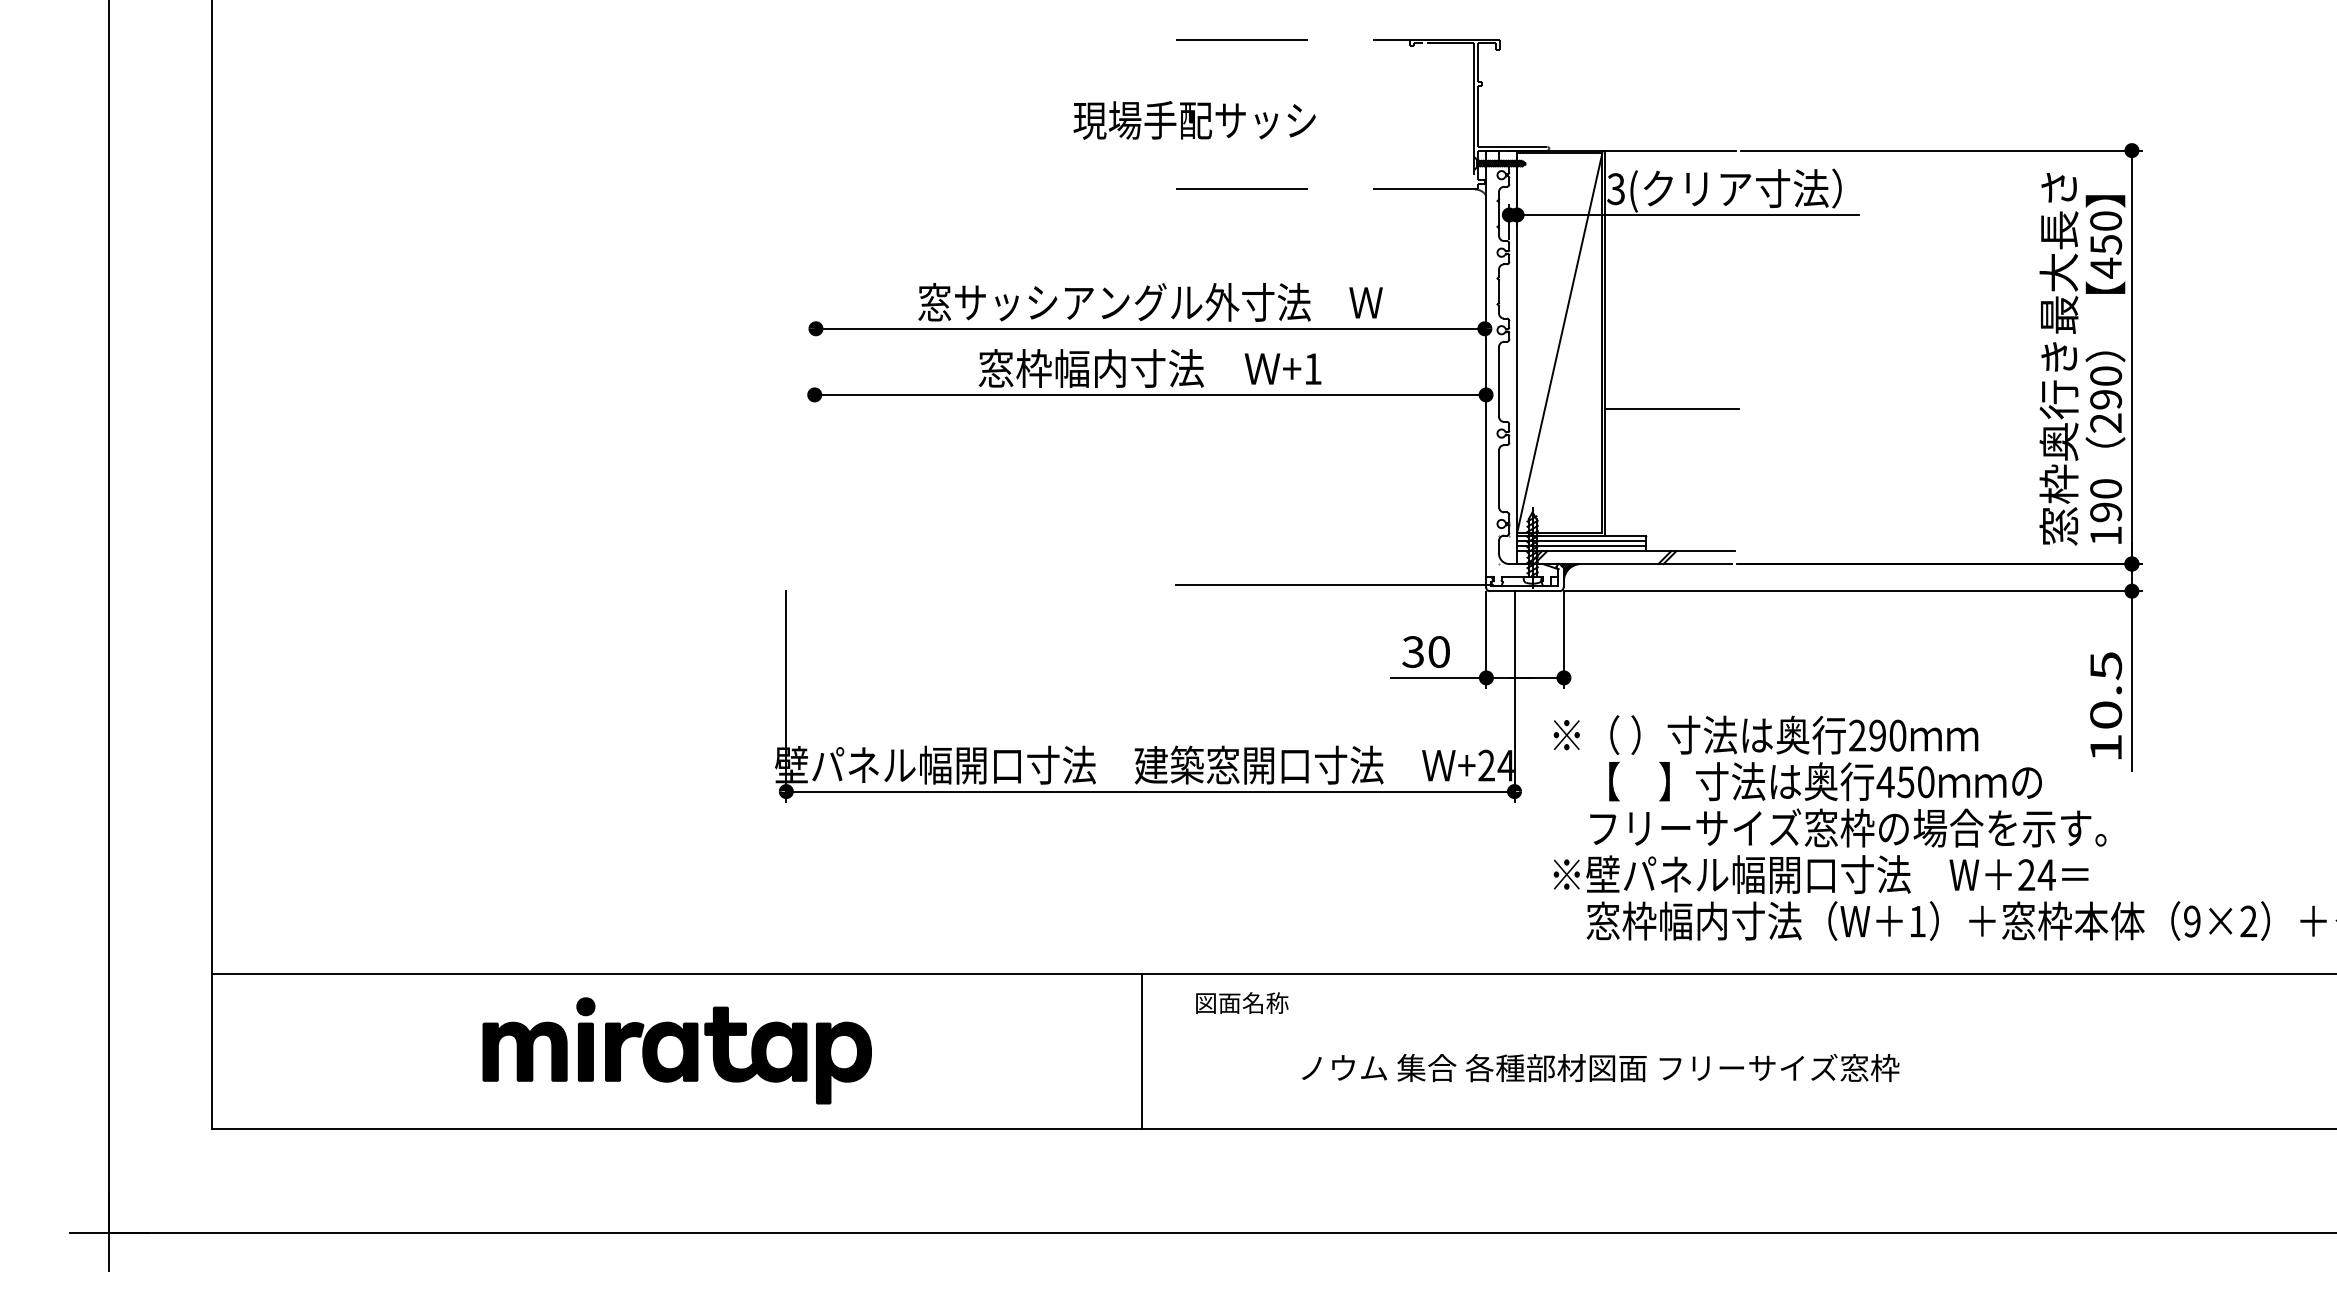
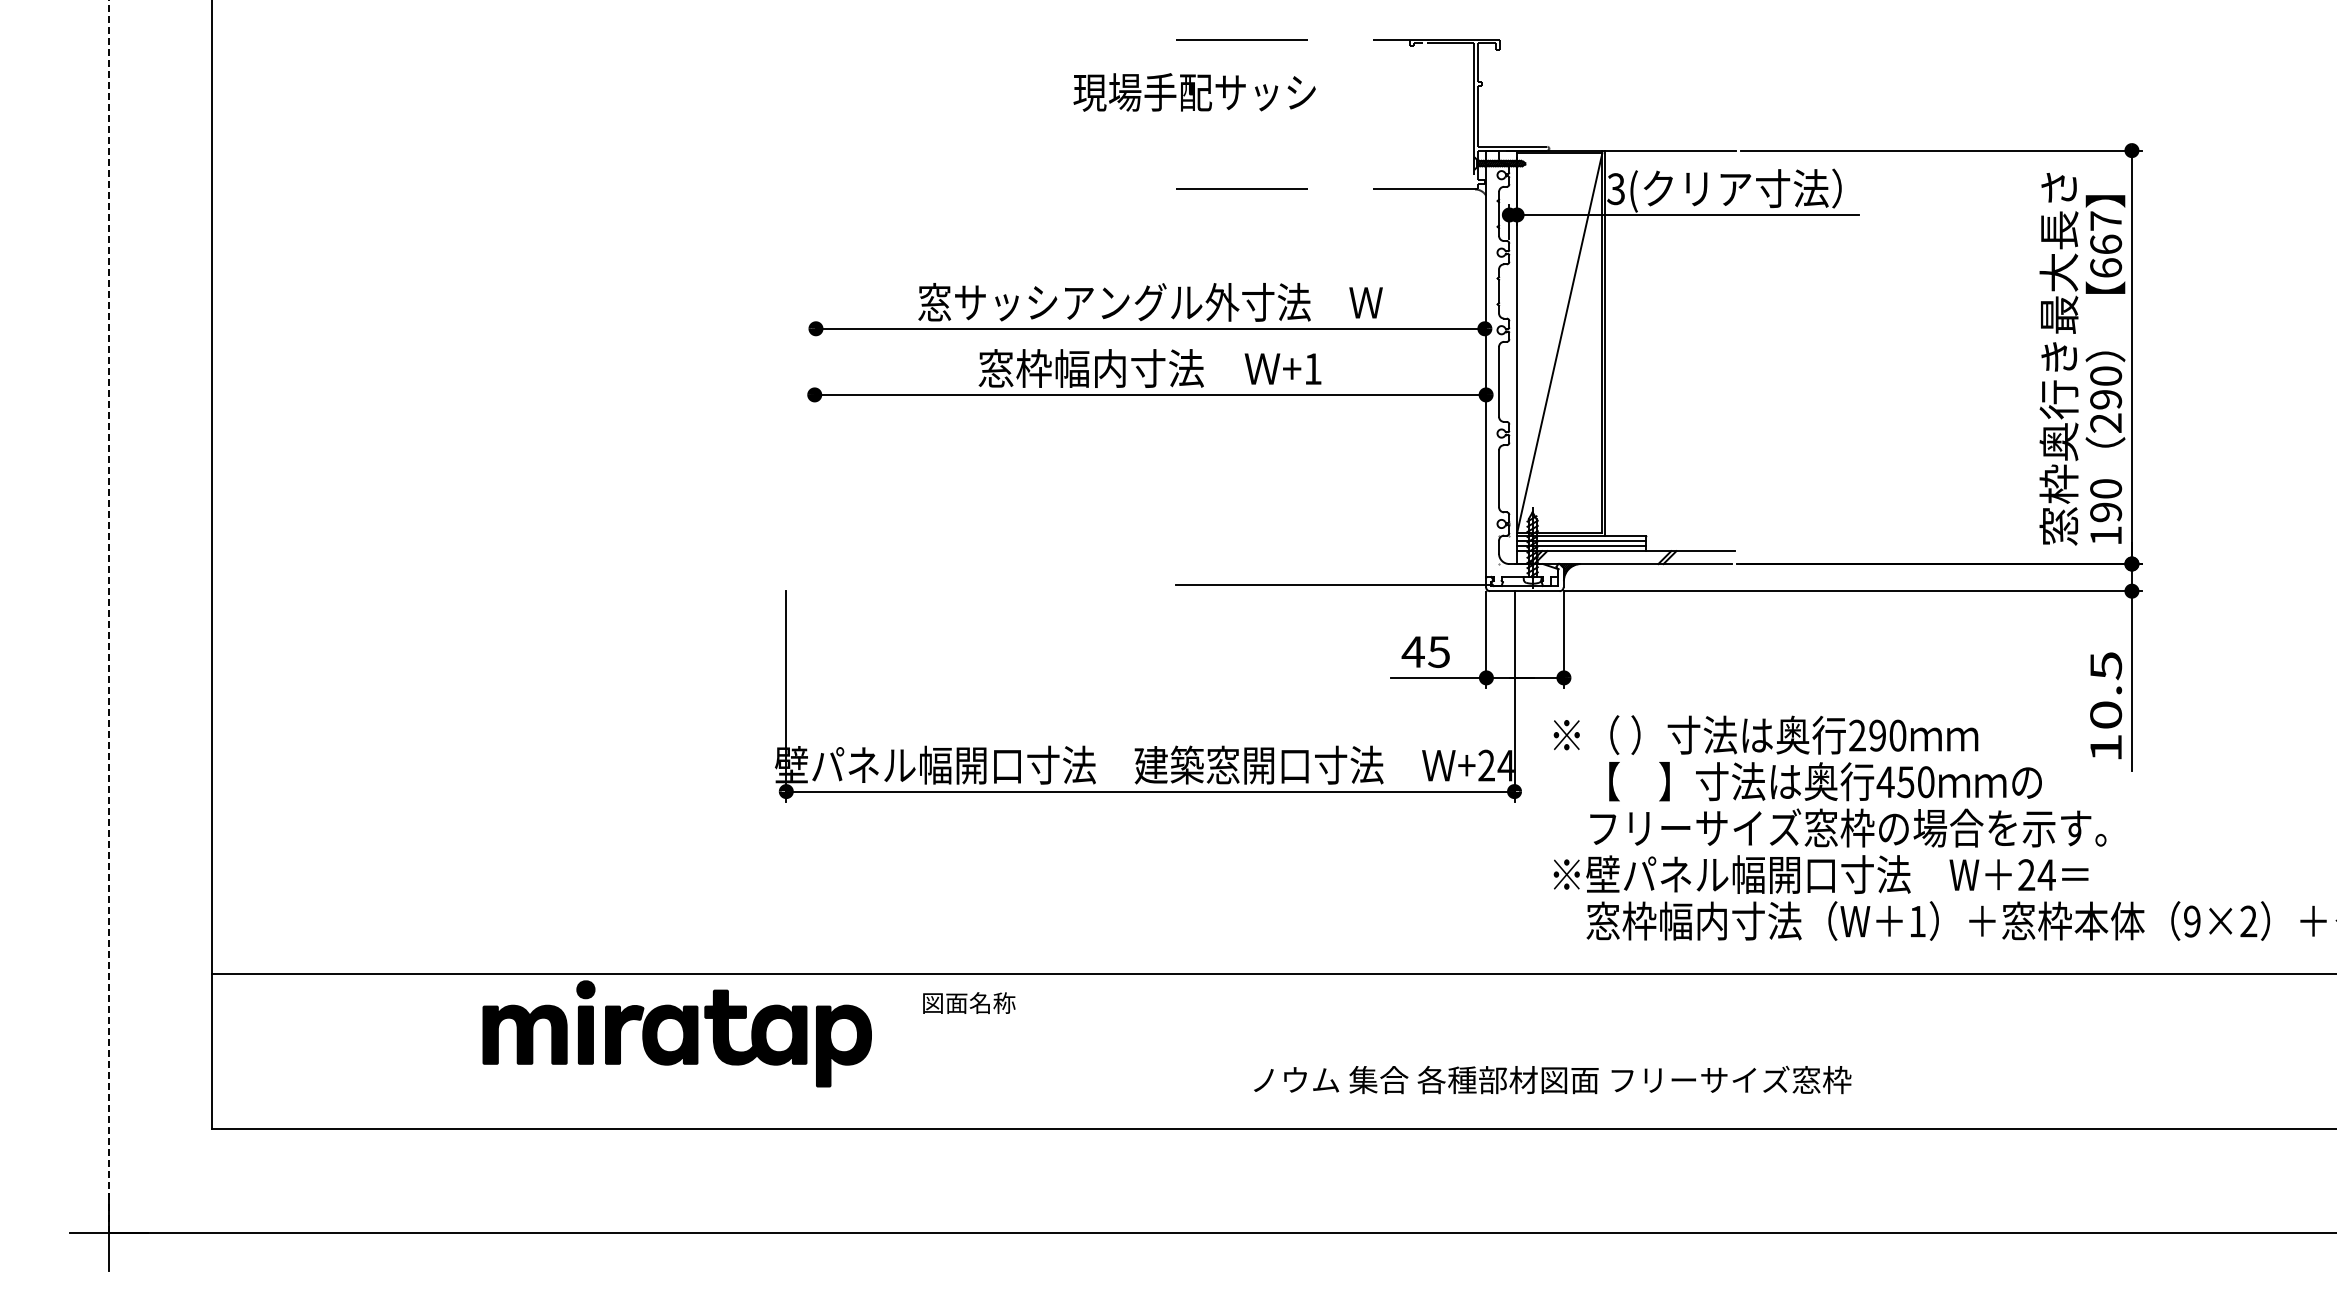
text at (1194, 120) position: (1194, 120) -> (1194, 92)
text at (2106, 244): 450 -> 667
line at (1671, 409): present -> none
line at (108, 616): solid -> dashed
text at (1425, 652): 30 -> 45
text at (1242, 1002) position: (1242, 1002) -> (969, 1002)
part at (676, 1050) position: (676, 1050) -> (676, 1033)
line at (1142, 1051): present -> none
text at (1600, 1068) position: (1600, 1068) -> (1552, 1080)
